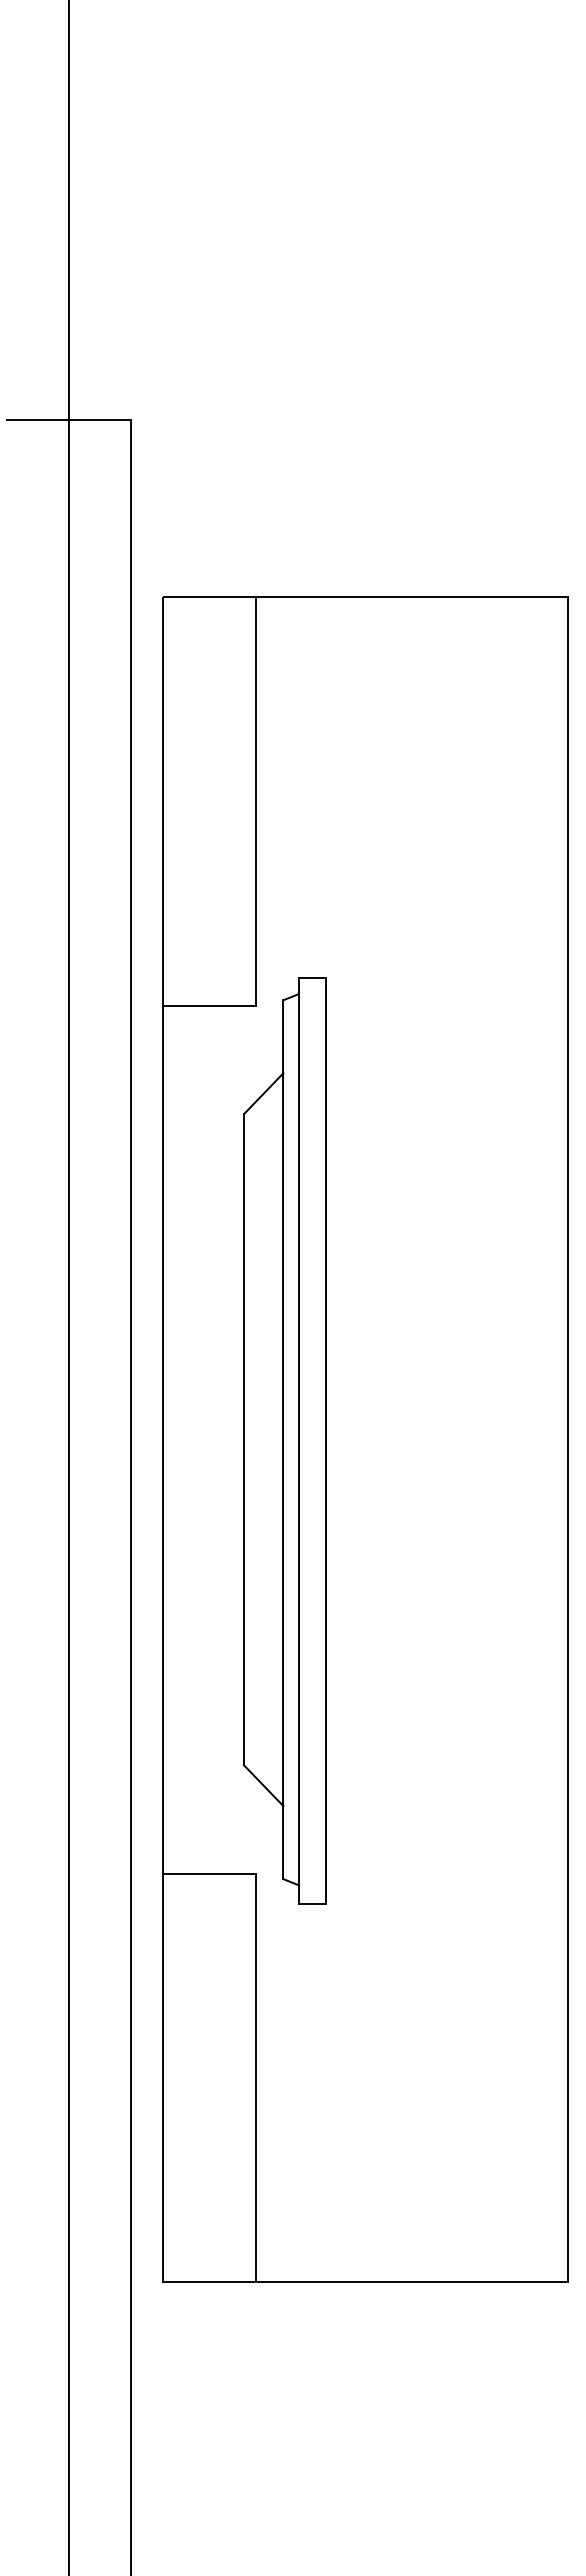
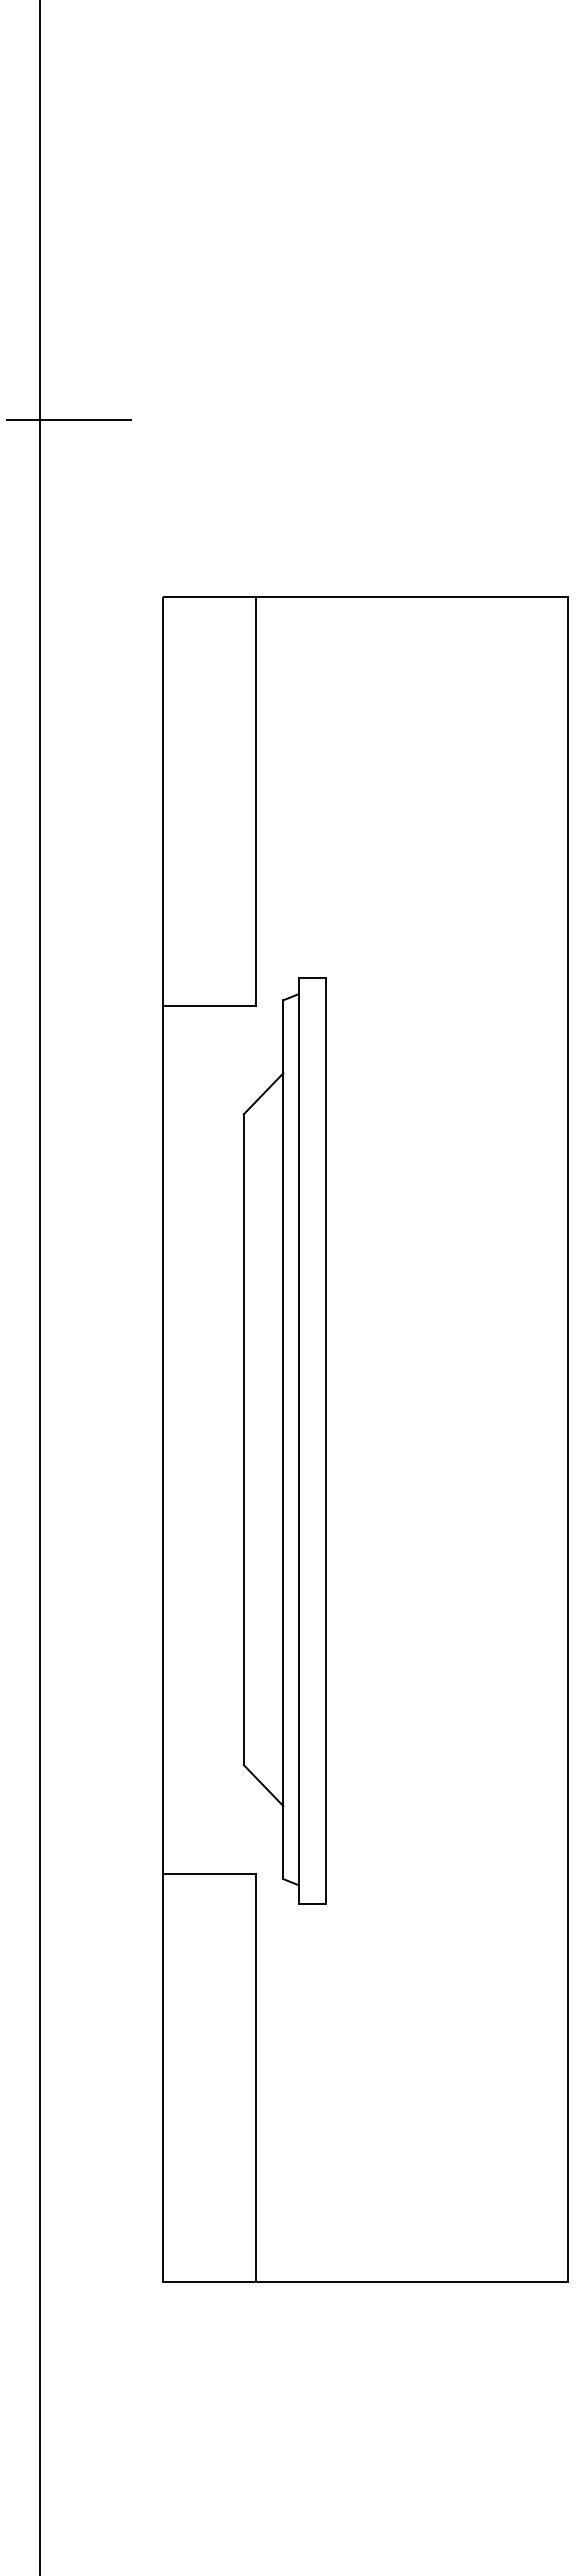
line at (69, 1287) position: (69, 1287) -> (40, 1287)
line at (131, 1495): present -> none
